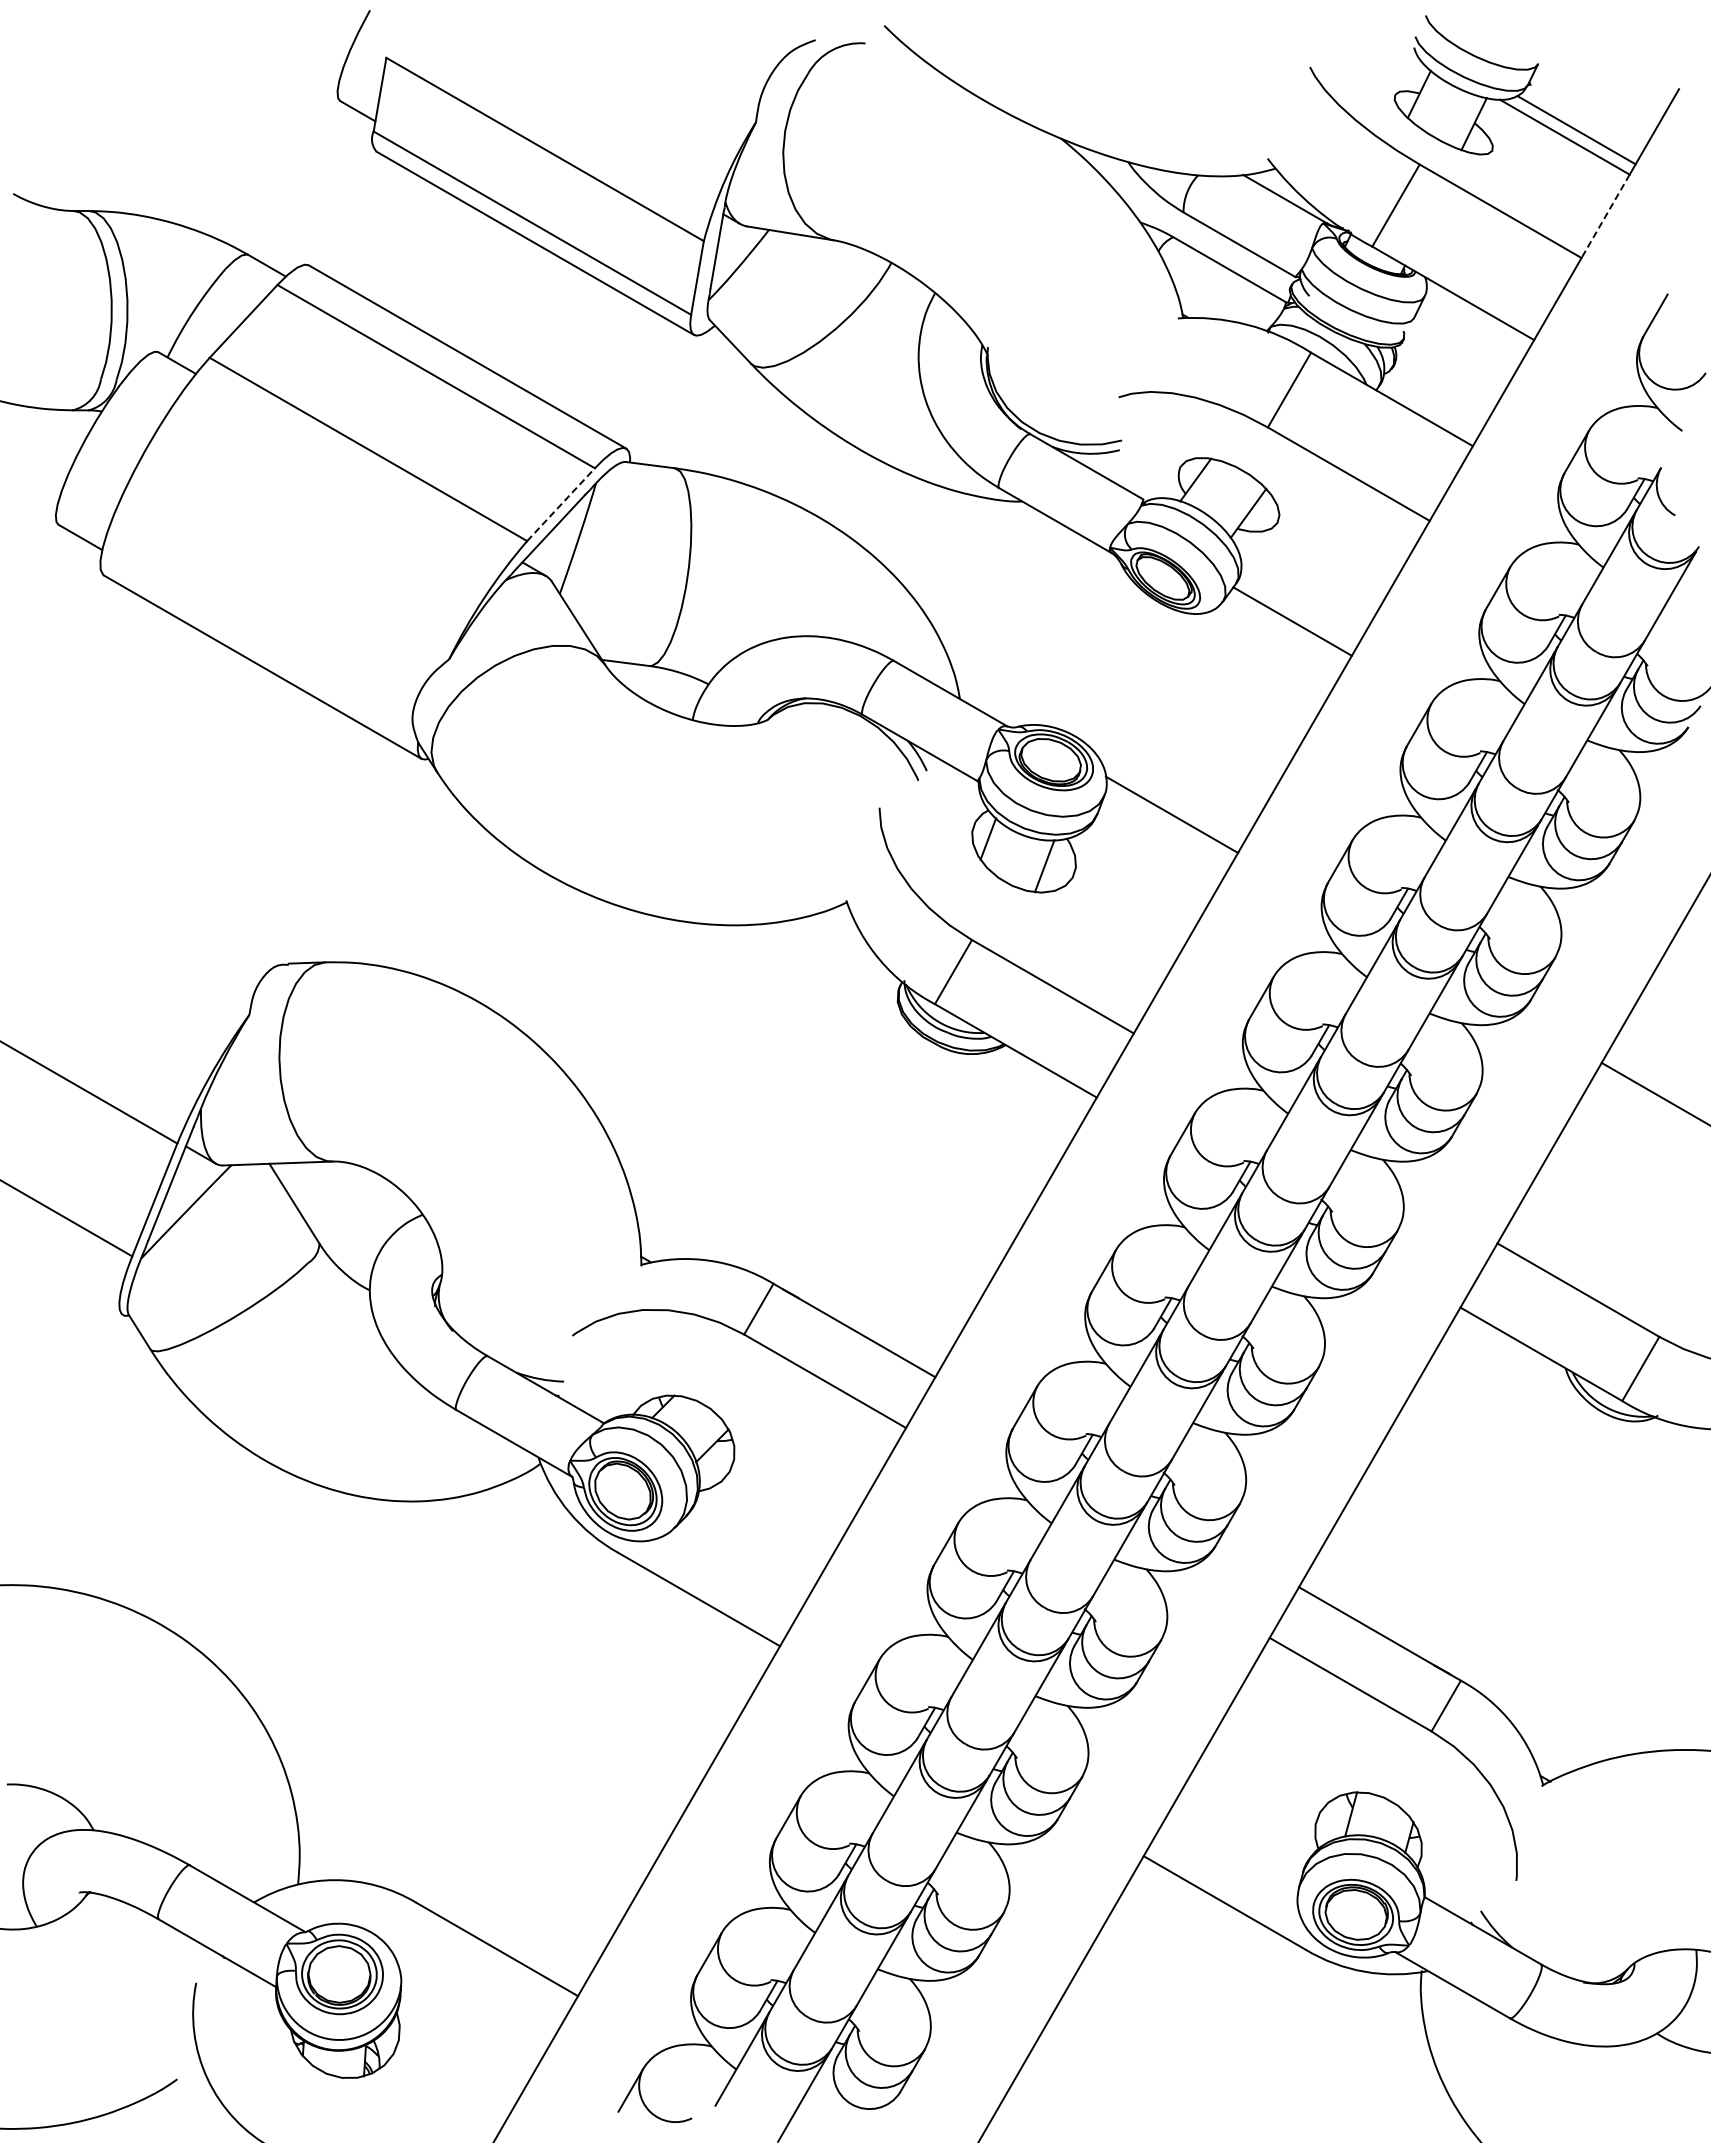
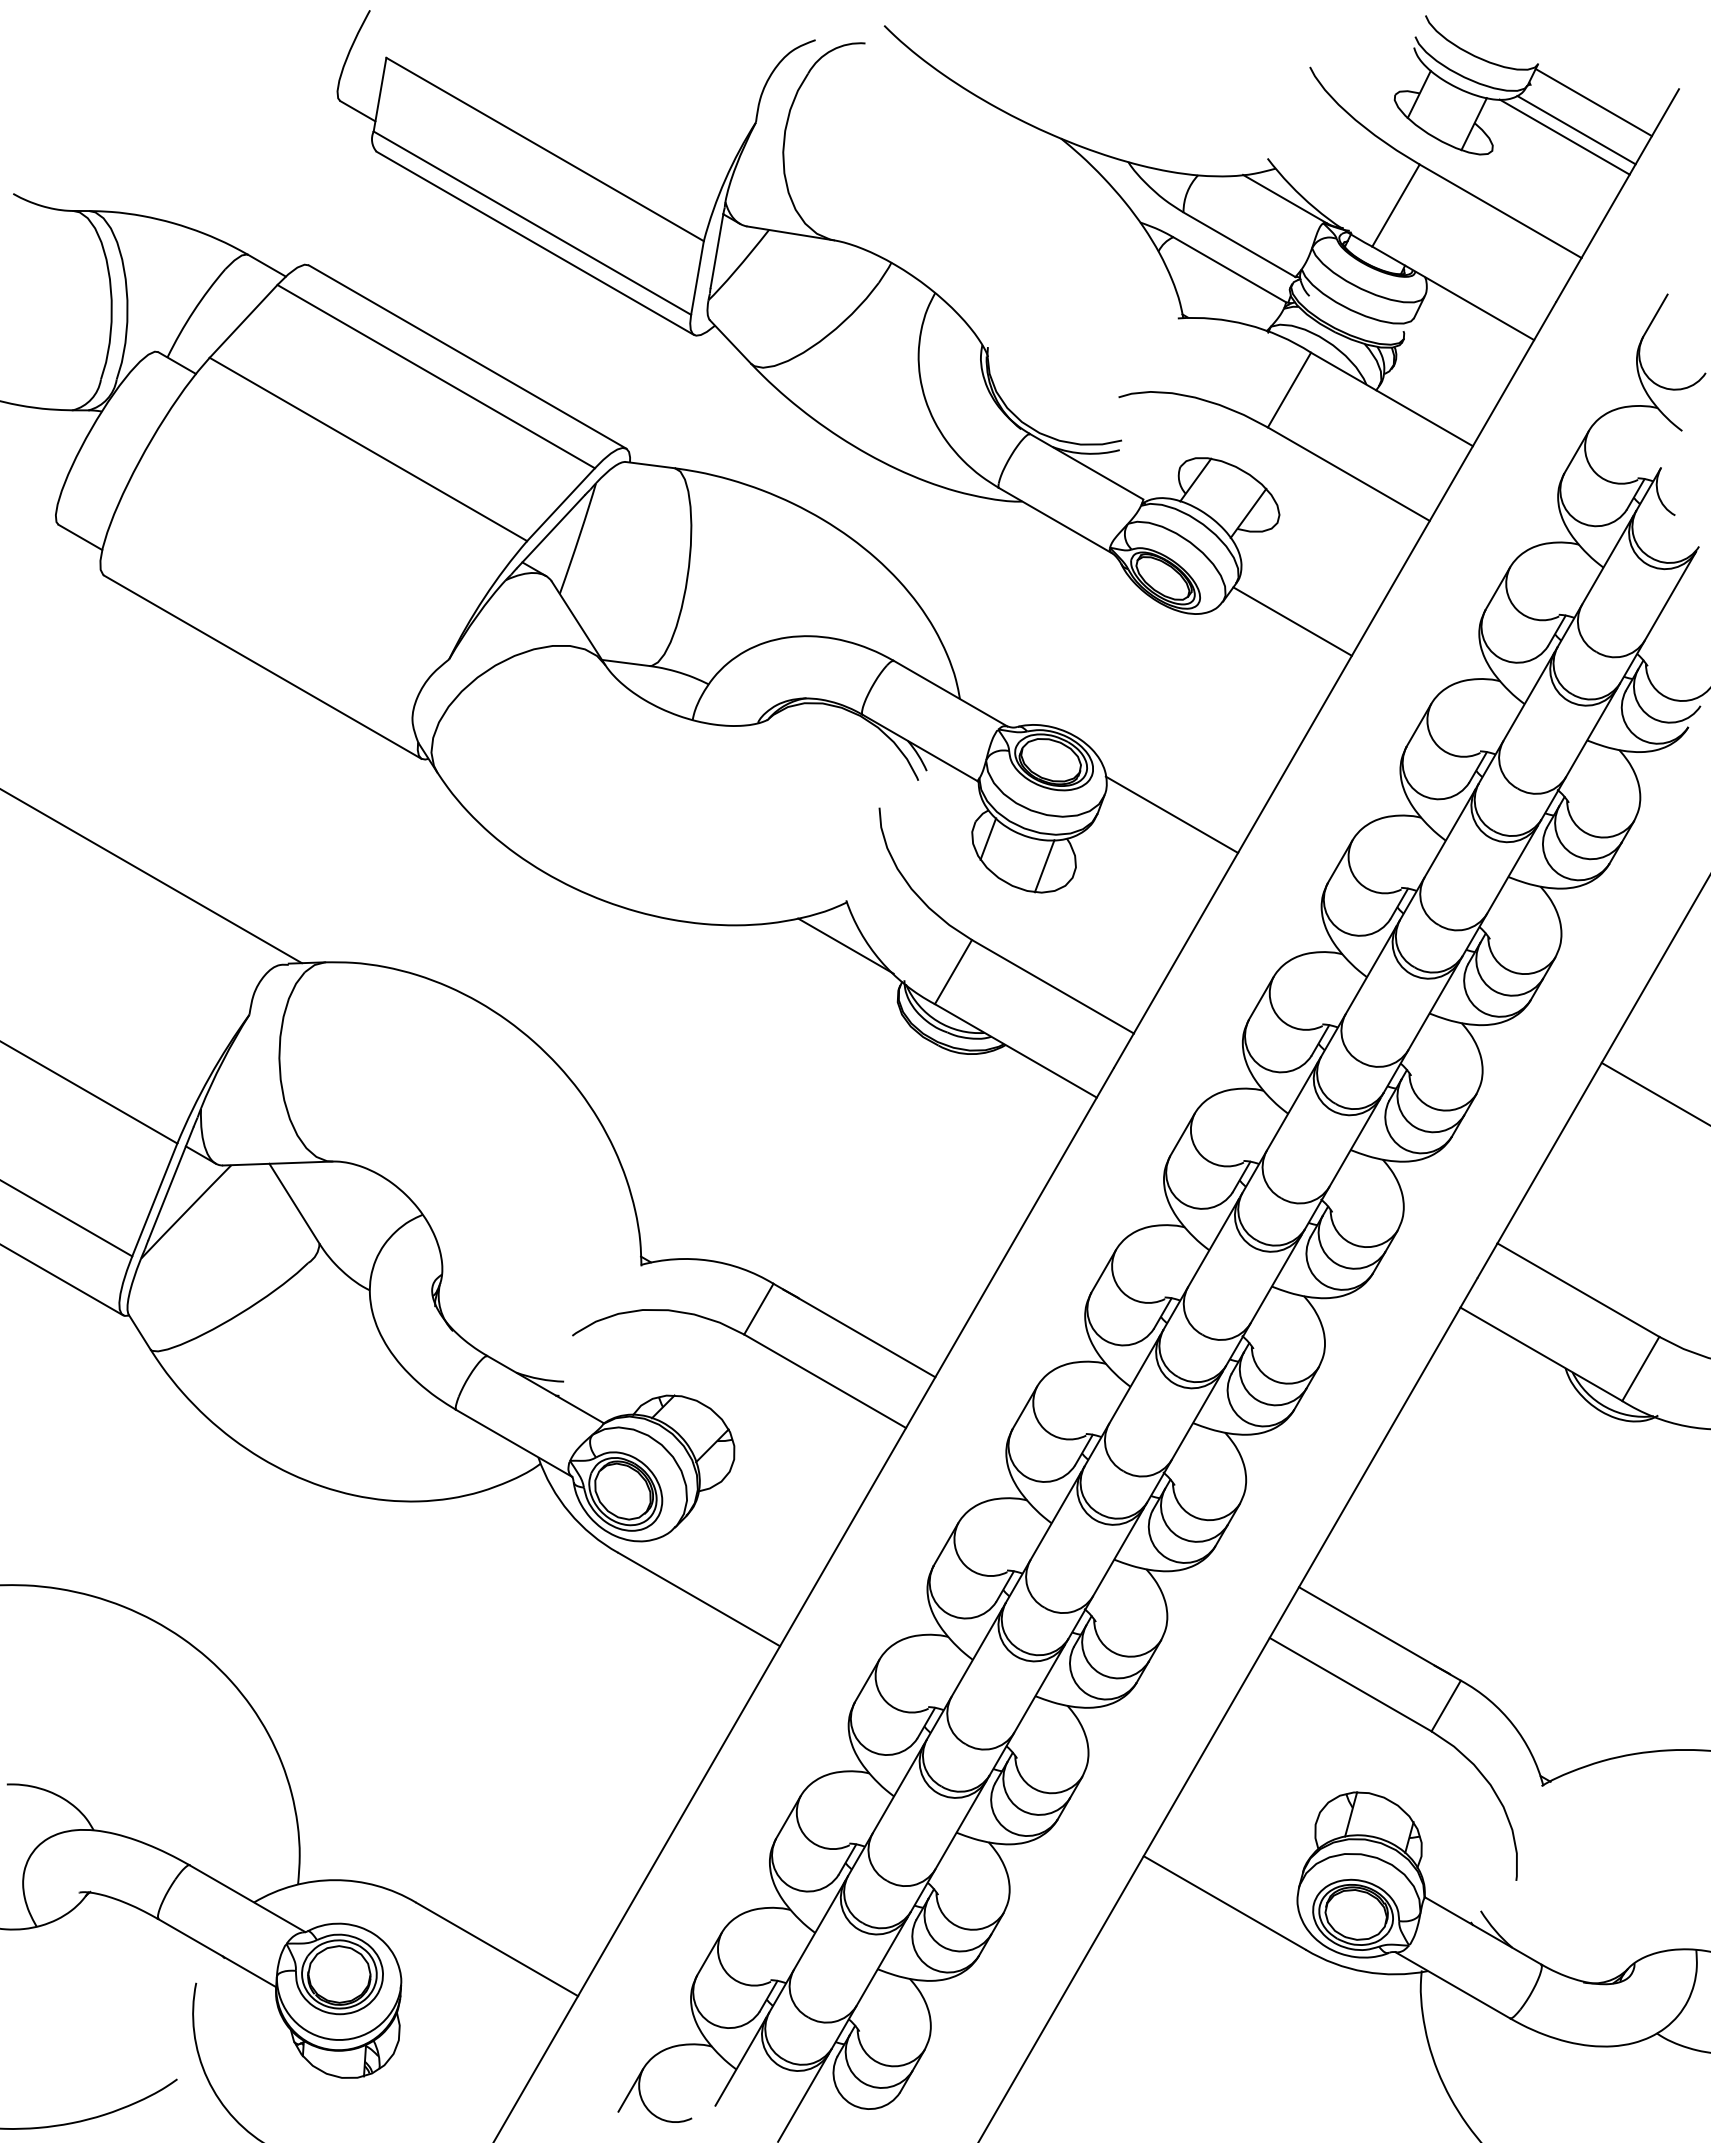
line at (1593, 102): none -> present
line at (1605, 216): dashed -> solid
line at (561, 504): dashed -> solid
line at (151, 876): none -> present
line at (845, 945): none -> present
line at (62, 1280): none -> present
